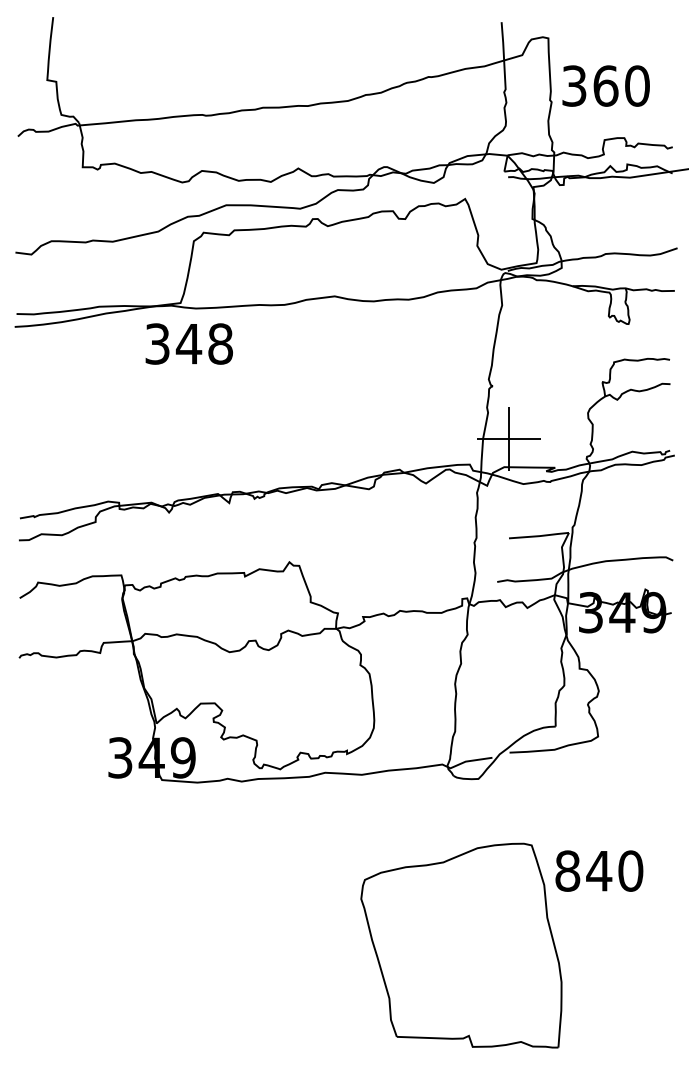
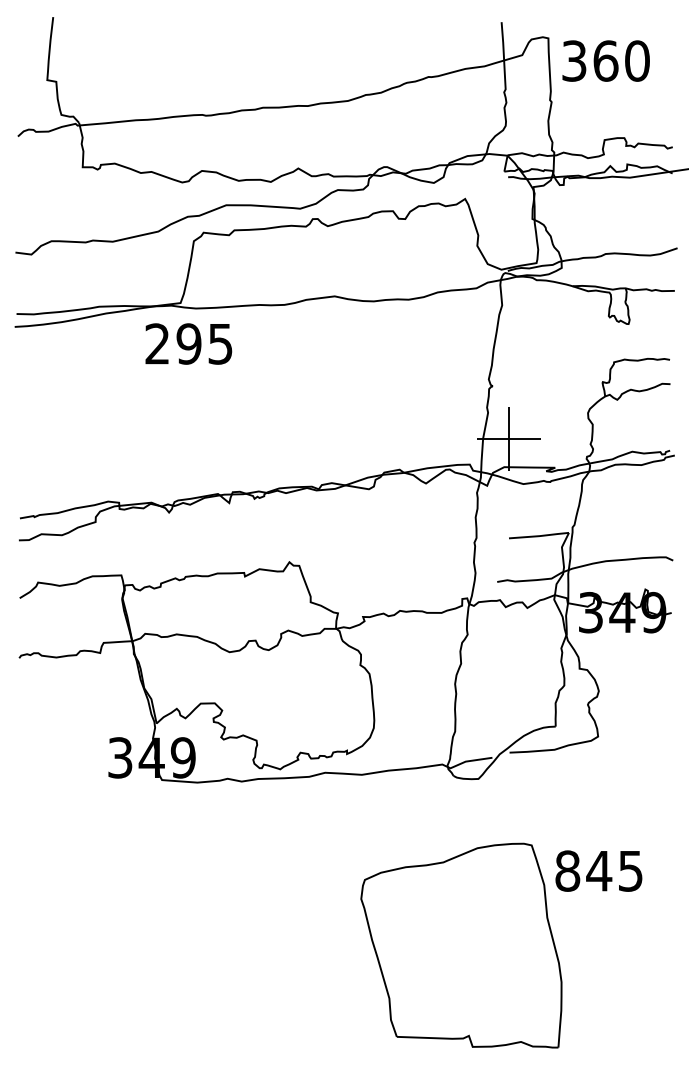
text at (605, 85) position: (605, 85) -> (605, 60)
text at (188, 343): 348 -> 295
text at (630, 870): 840 -> 845
